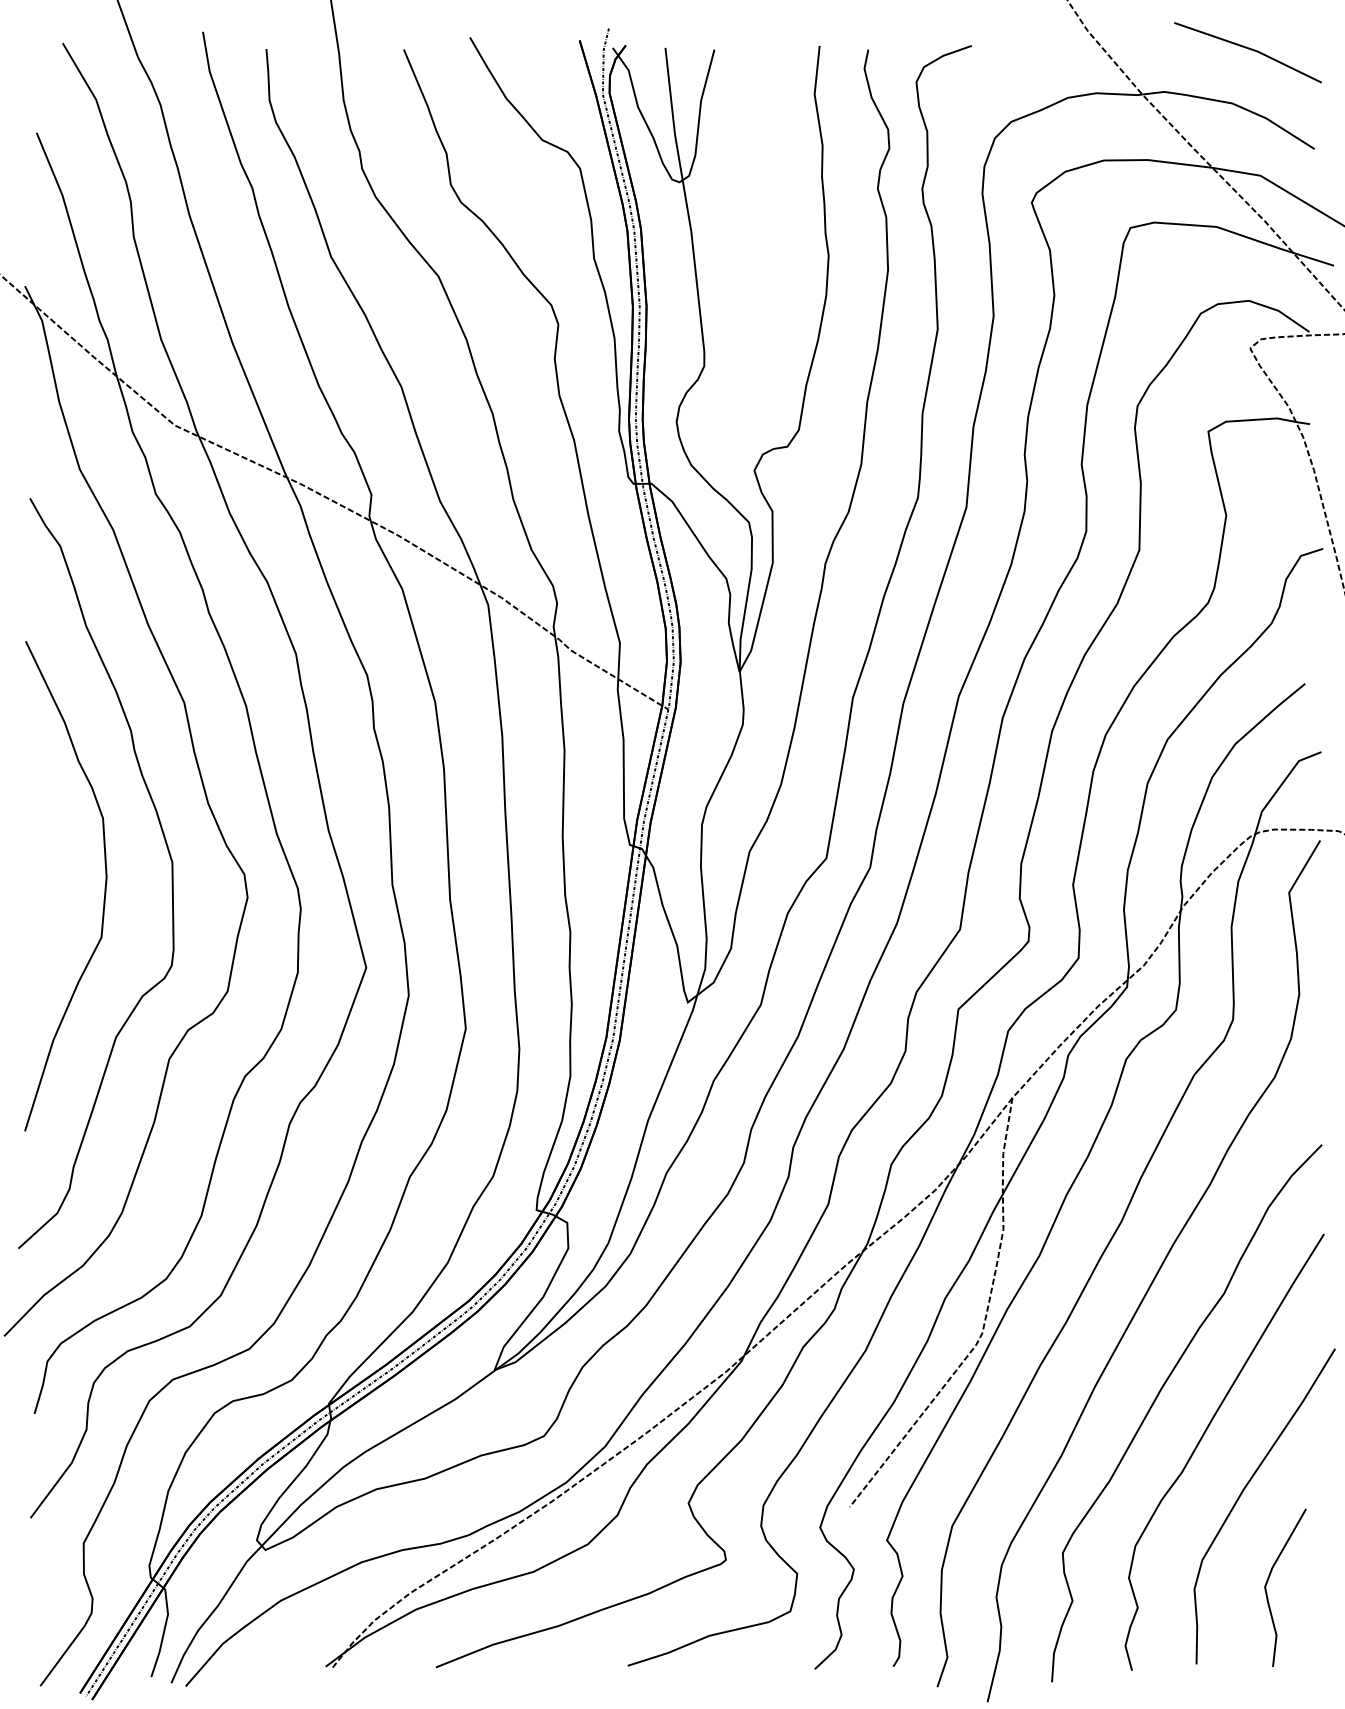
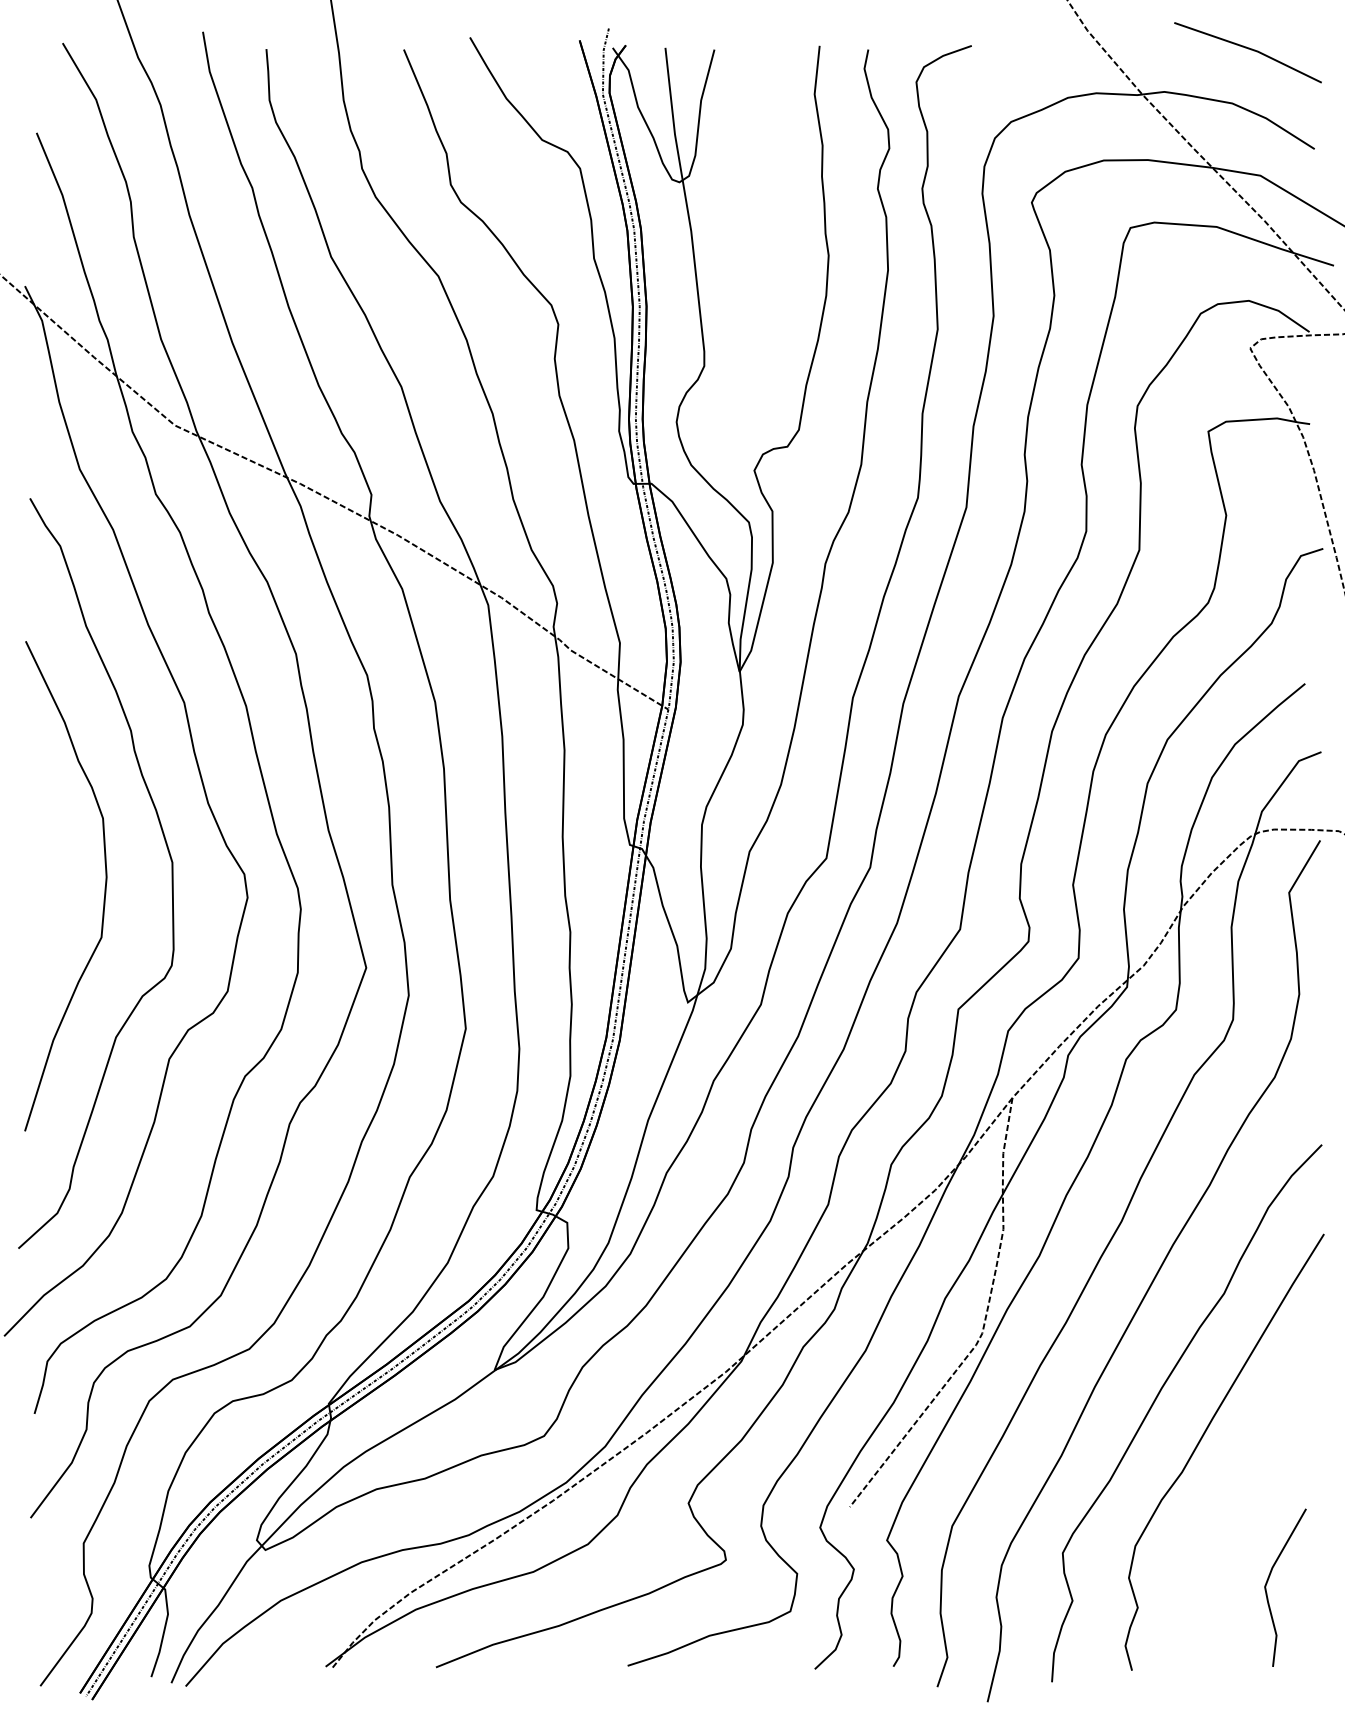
part at (1243, 1492): present -> none
